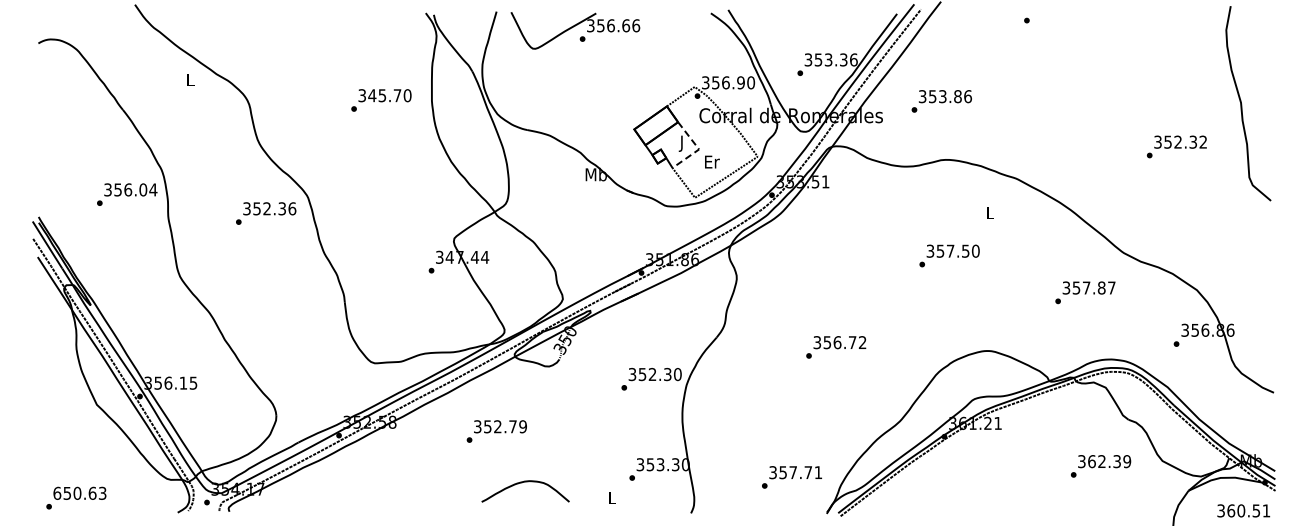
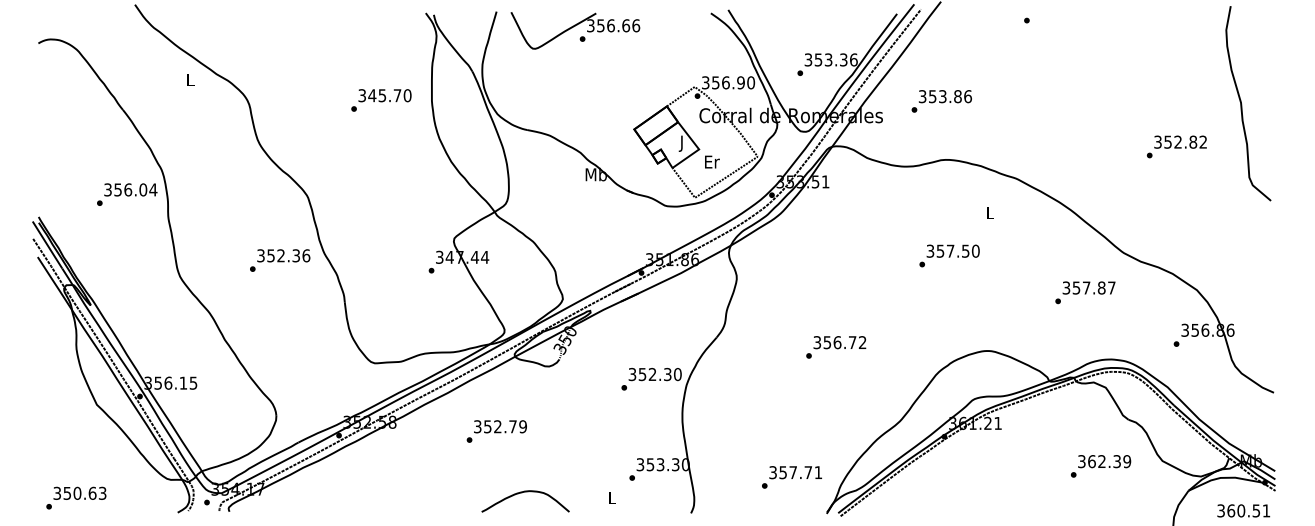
text at (1193, 141): 352.32 -> 352.82
line at (699, 149): dashed -> solid
text at (266, 213) position: (266, 213) -> (280, 260)
curve at (522, 483) position: (522, 483) -> (522, 493)
text at (57, 492): 650.63 -> 350.63
